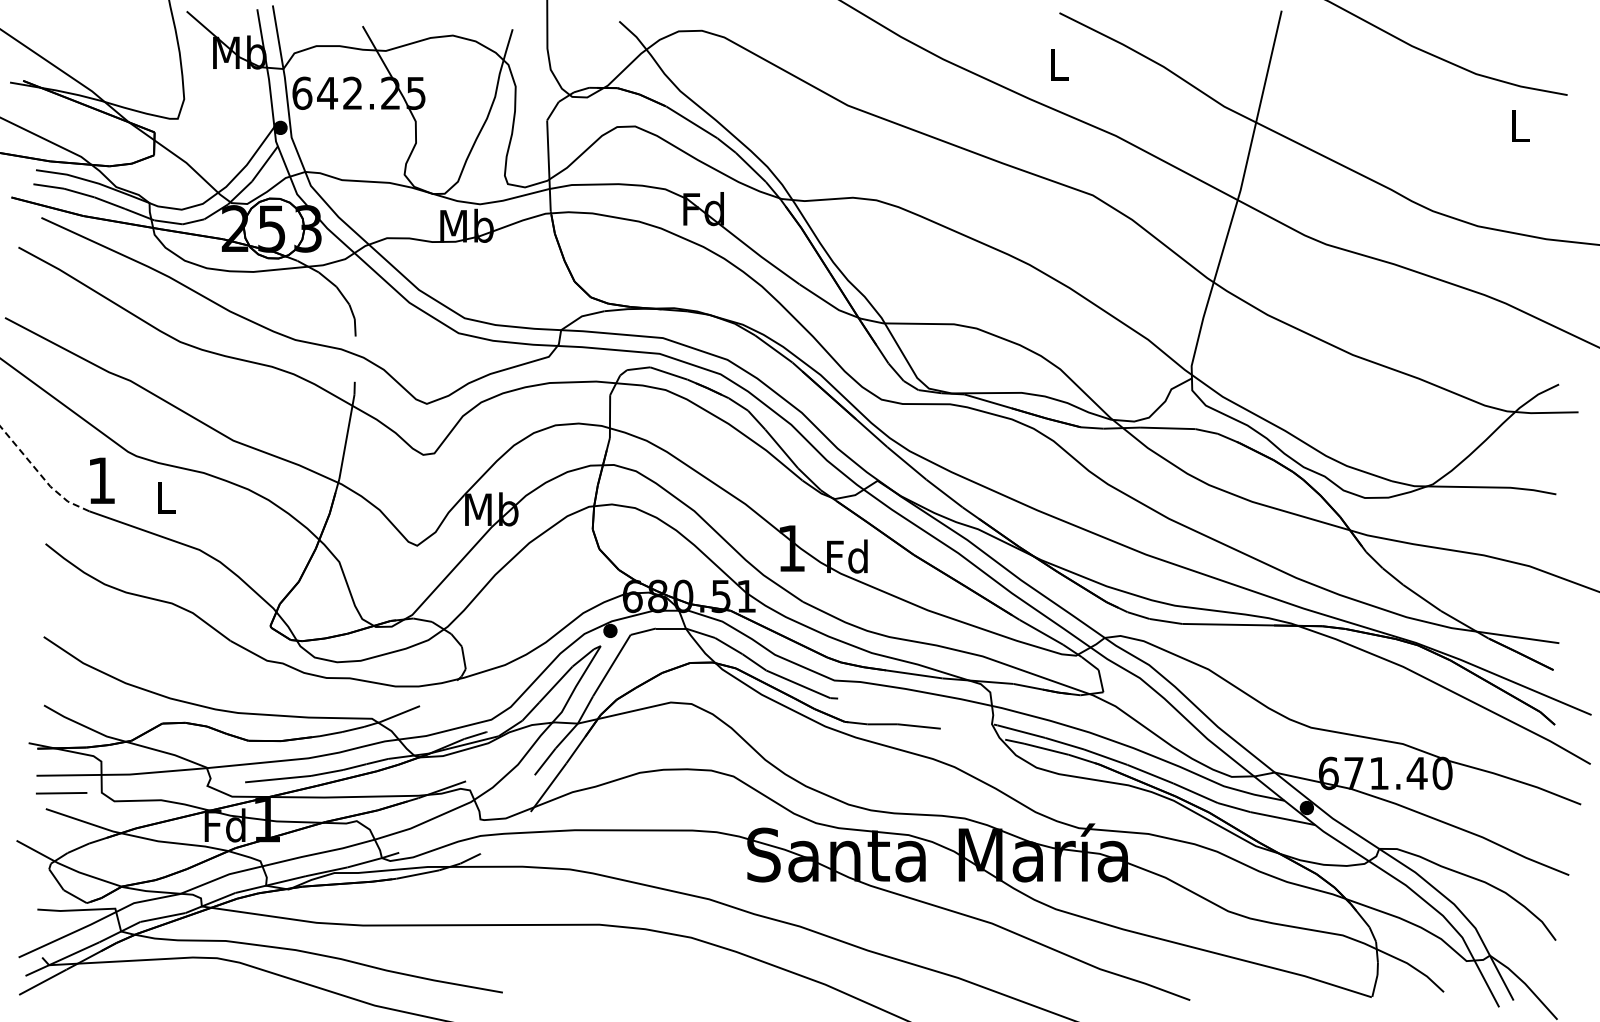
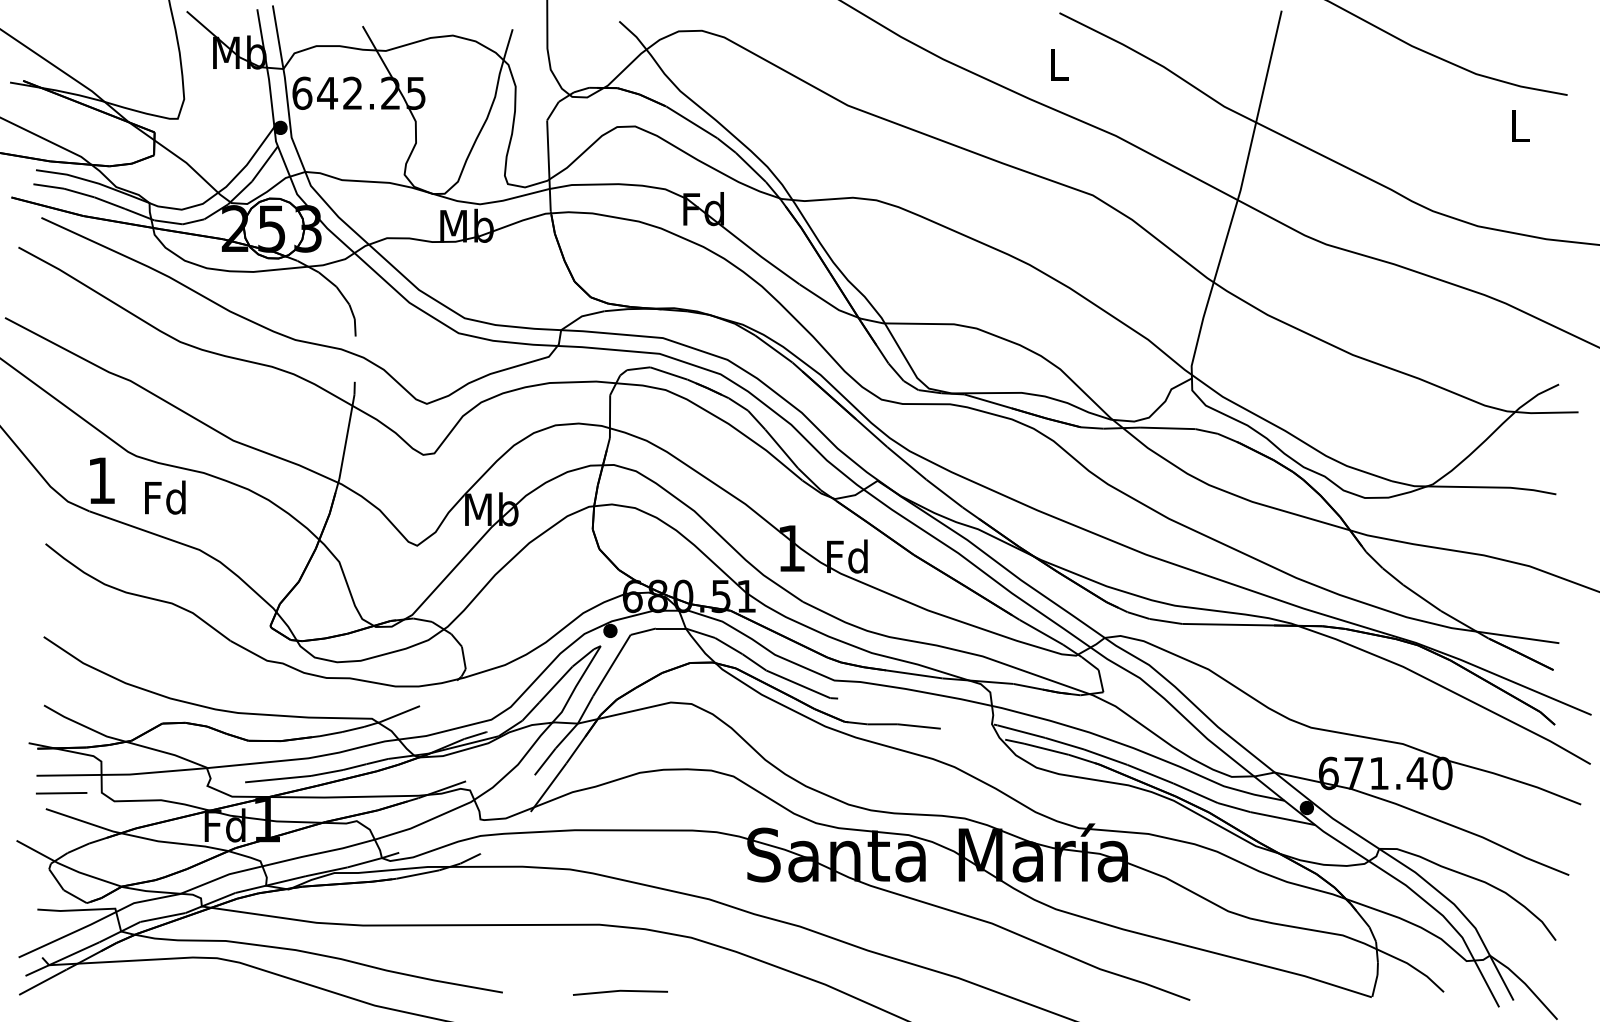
line at (40, 475): dashed -> solid
text at (165, 497): L -> Fd
line at (620, 991): none -> present
